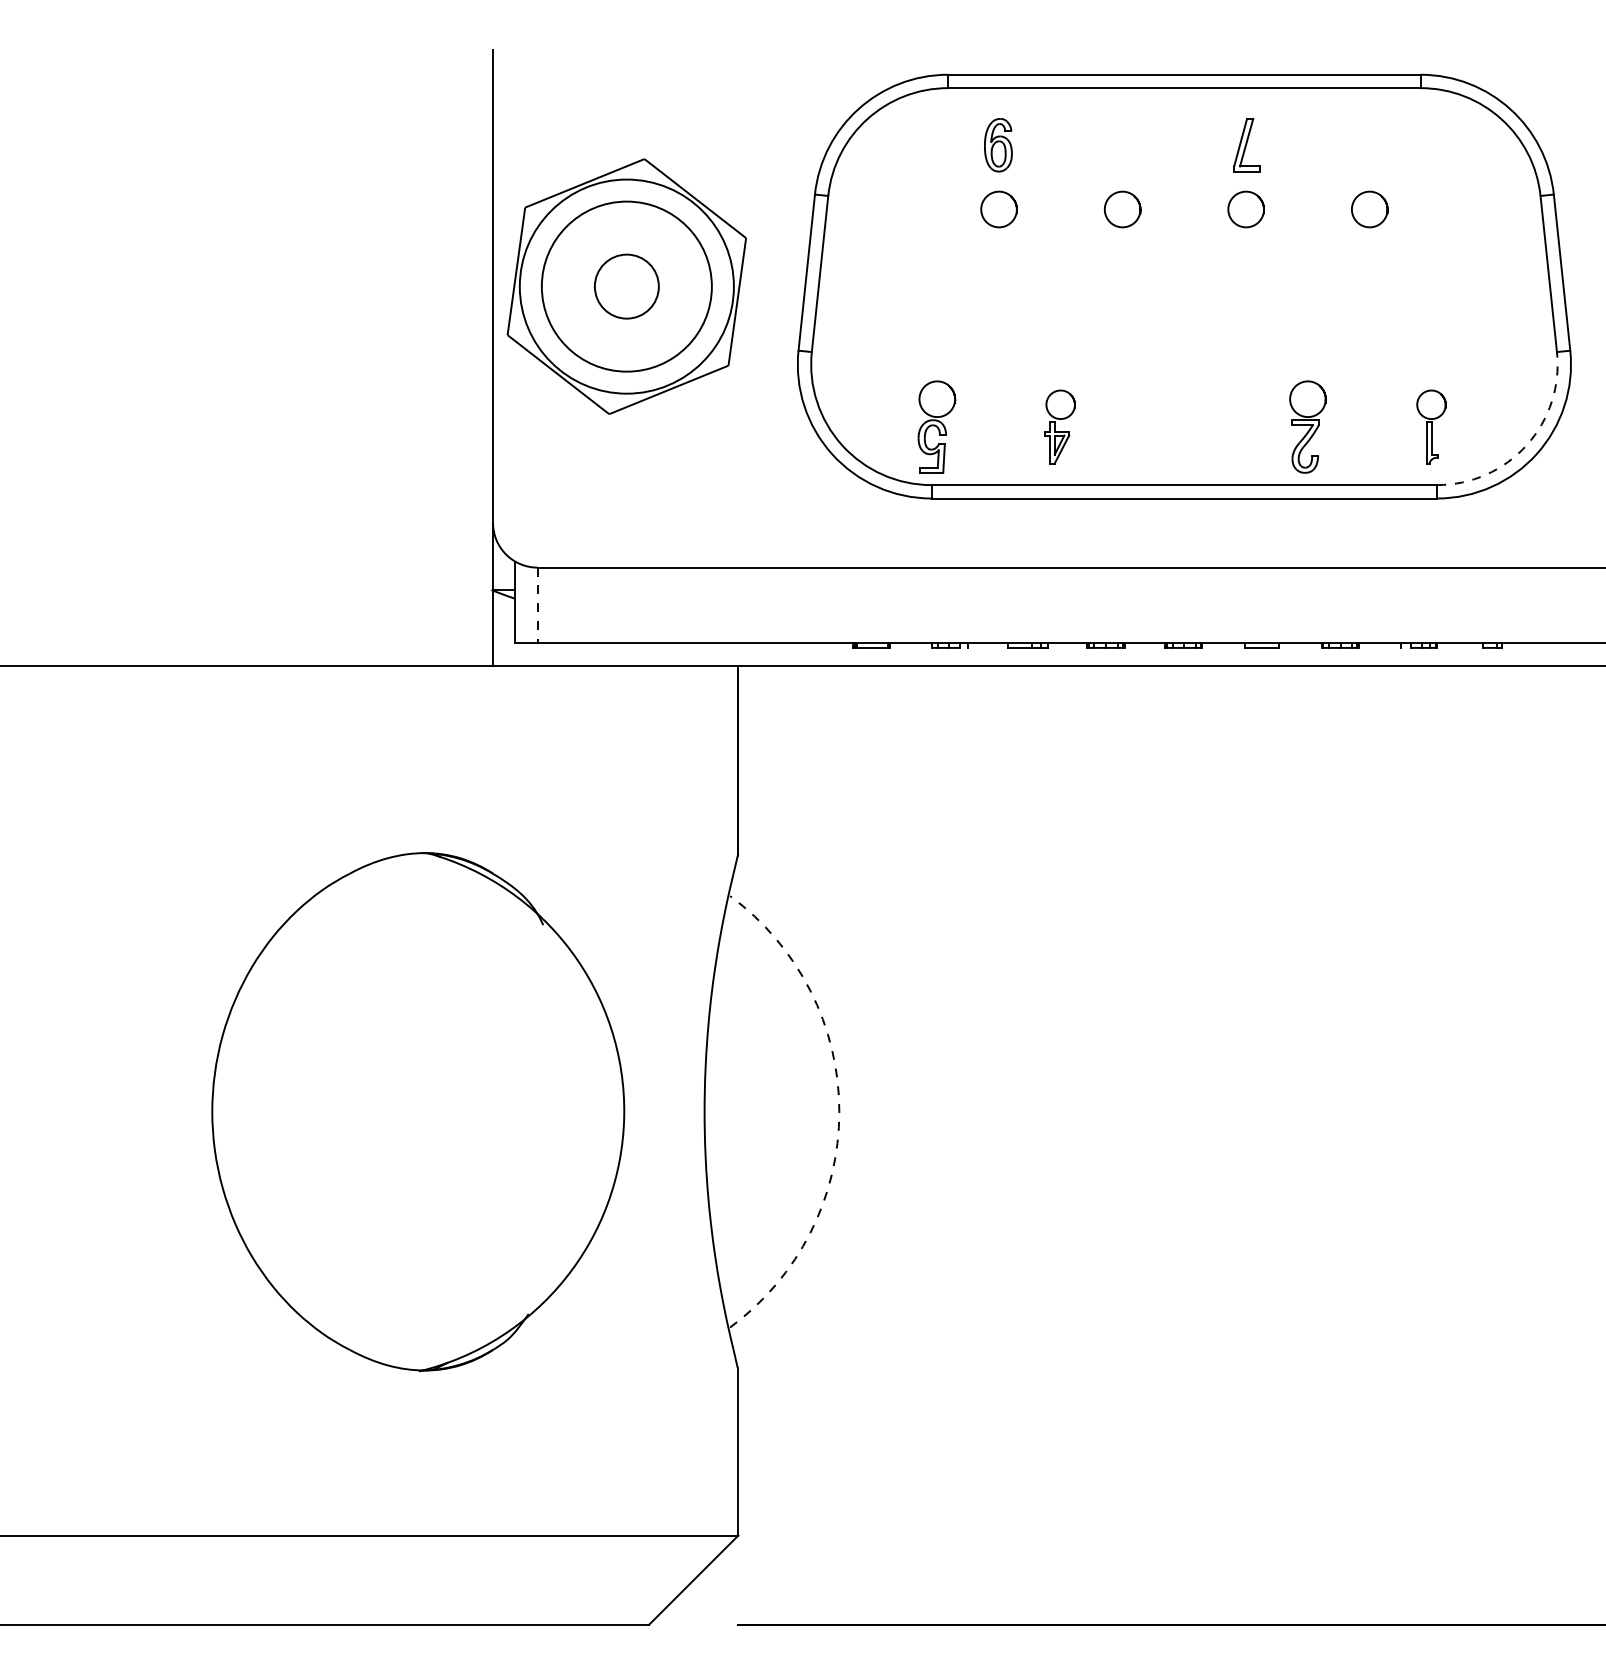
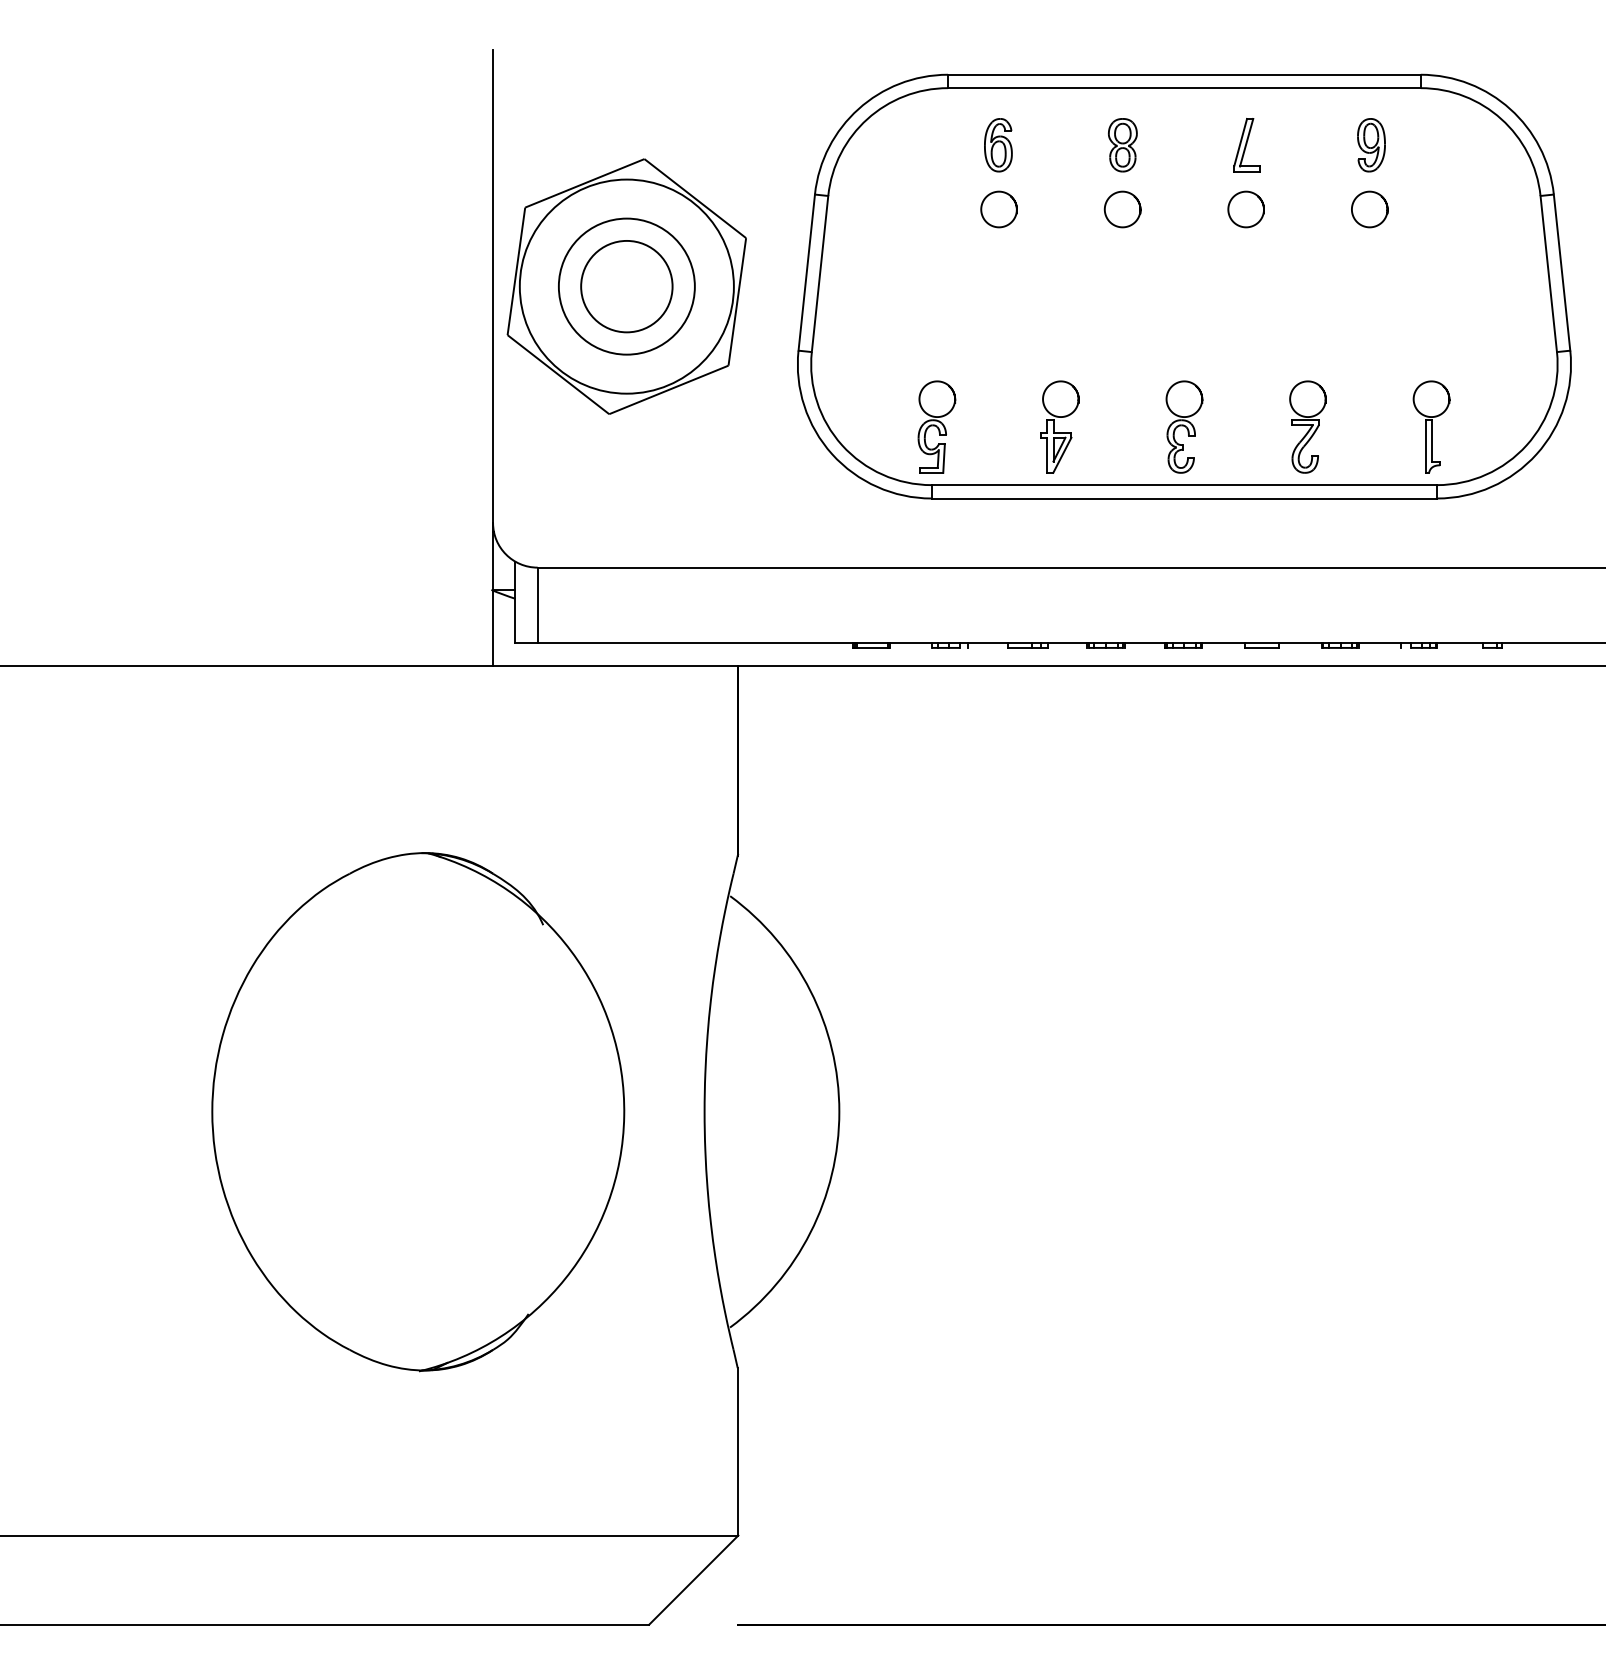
part at (1122, 145): none -> present
part at (1371, 145): none -> present
circle at (626, 286) diameter: 170 px -> 136 px
circle at (626, 286) diameter: 64 px -> 91 px
part at (1059, 426) size: 32x76 px -> 40x94 px
part at (1184, 426): none -> present
part at (1431, 426) size: 31x76 px -> 39x94 px
arc at (1526, 445): dashed -> solid
line at (537, 605): dashed -> solid
arc at (839, 1111): dashed -> solid
